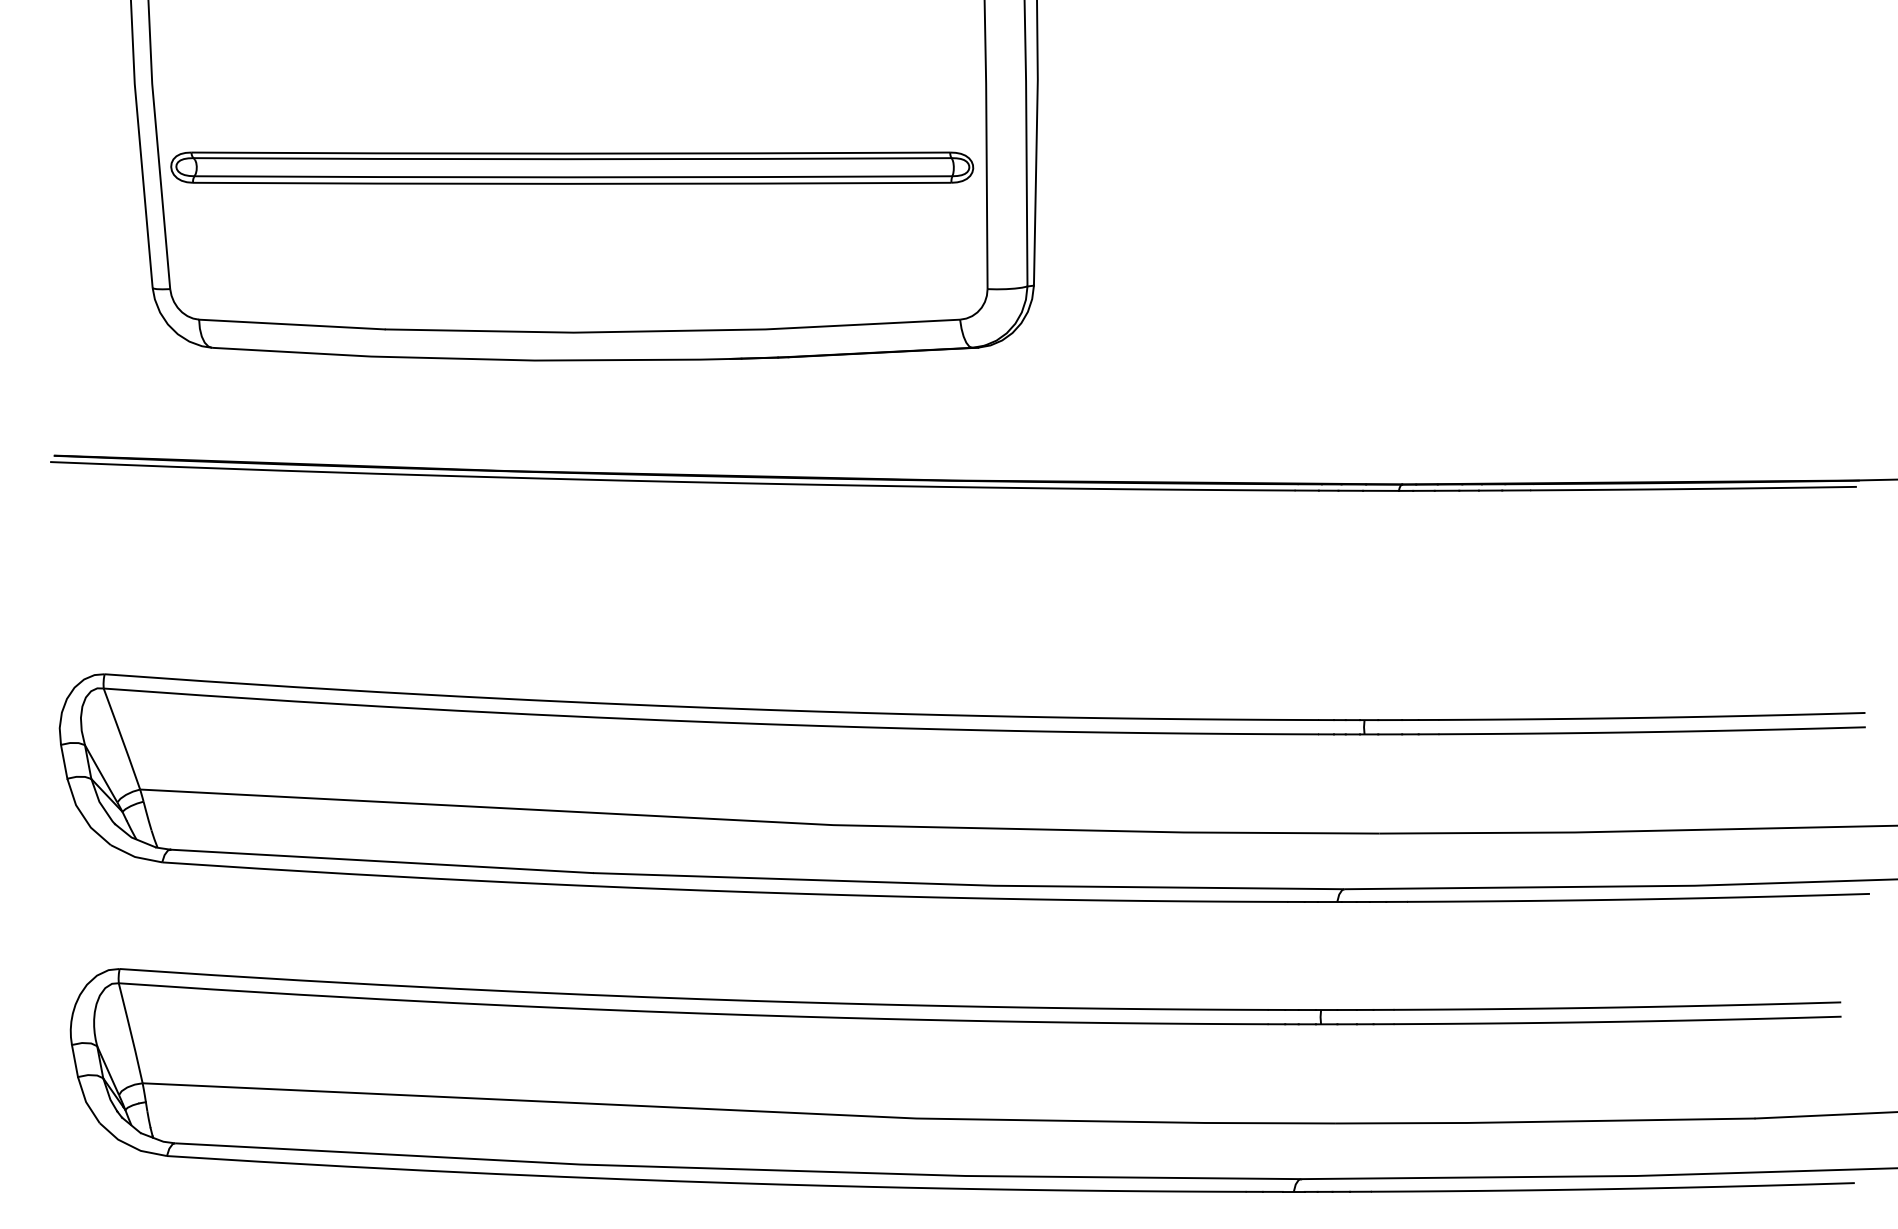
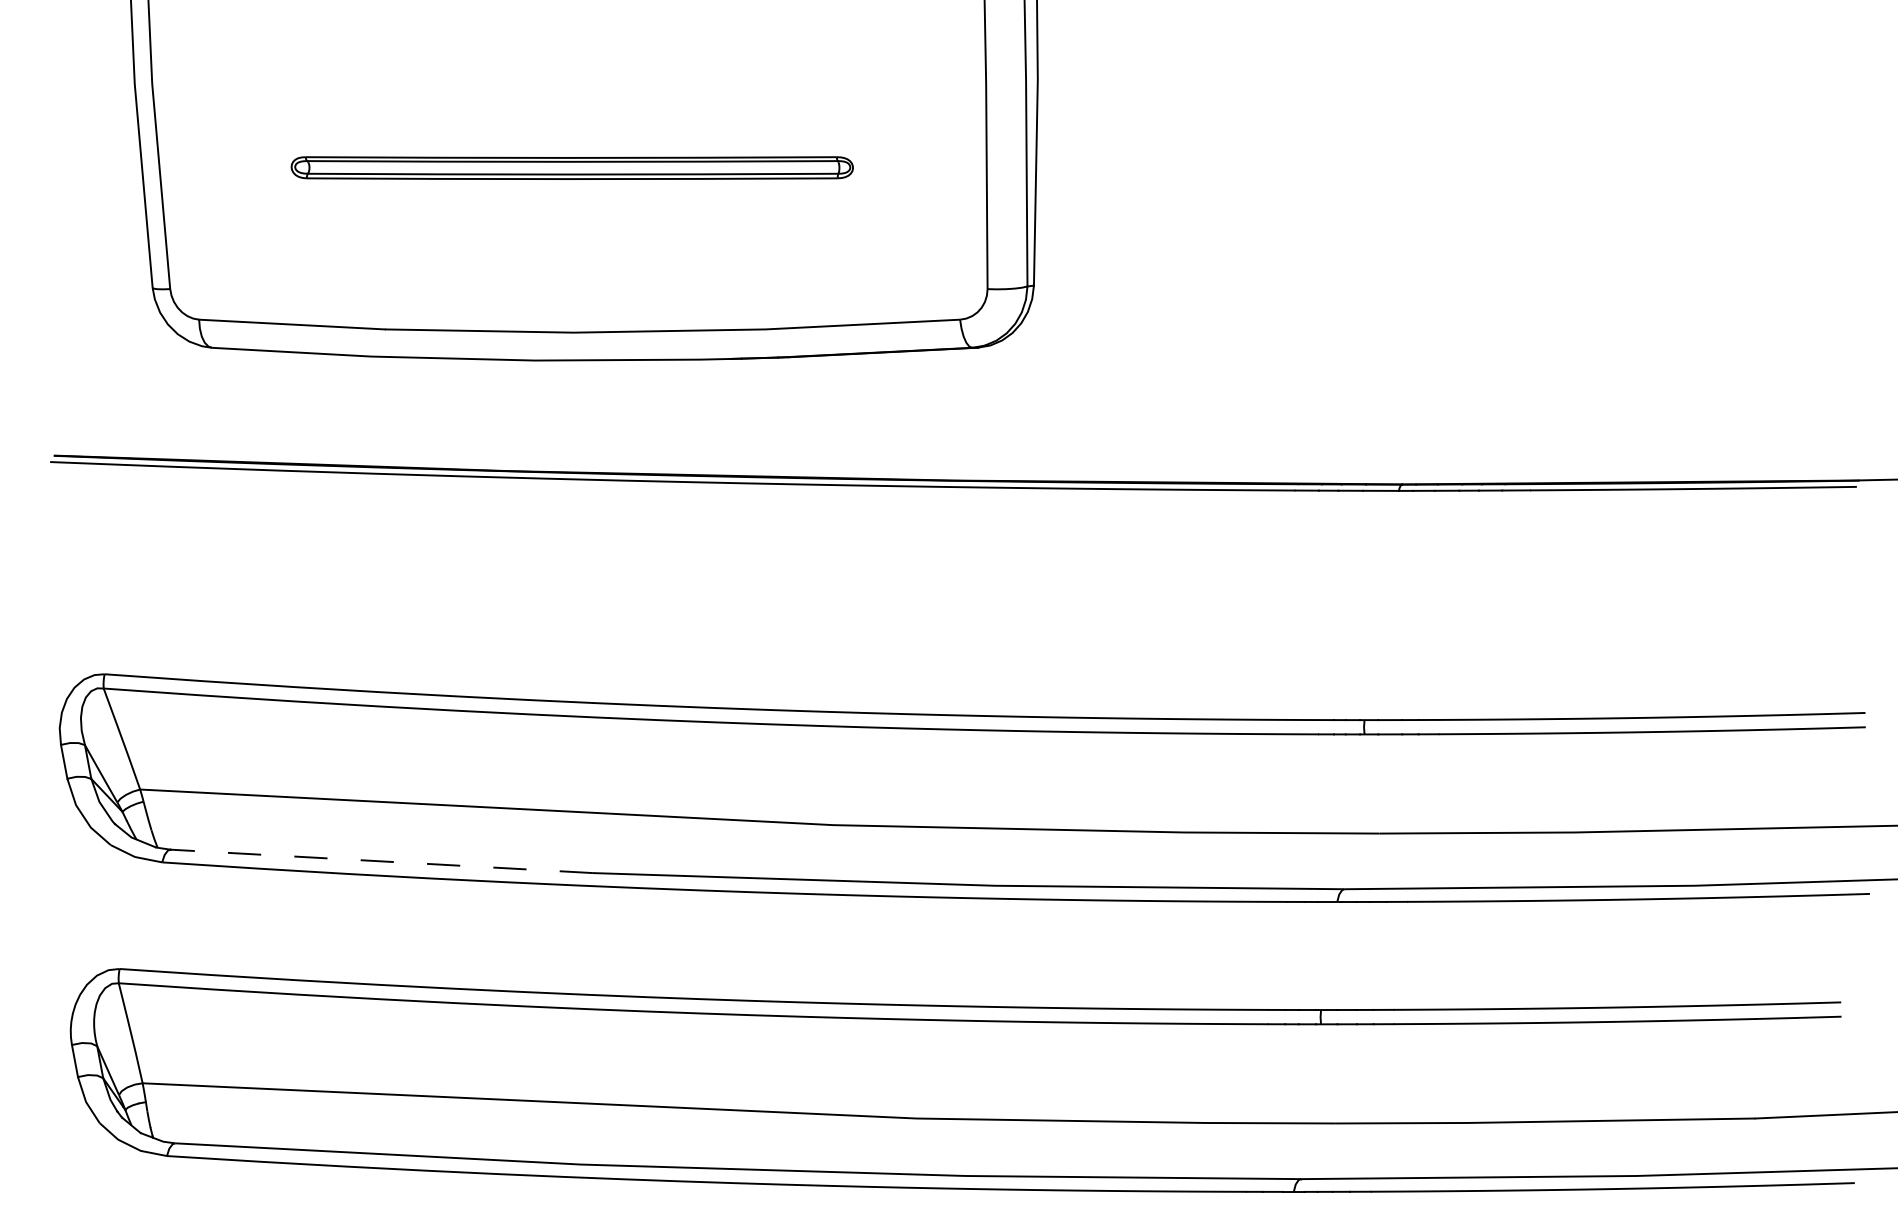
part at (572, 167) size: 805x34 px -> 564x24 px
line at (381, 861): solid -> dashed
